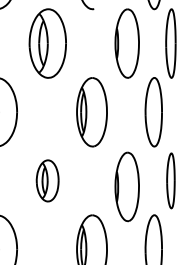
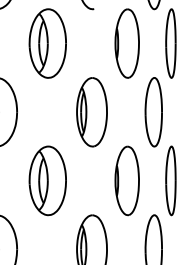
part at (47, 180) size: 25x44 px -> 39x72 px
part at (170, 180) size: 10x58 px -> 12x72 px
part at (126, 186) position: (126, 186) -> (126, 180)
